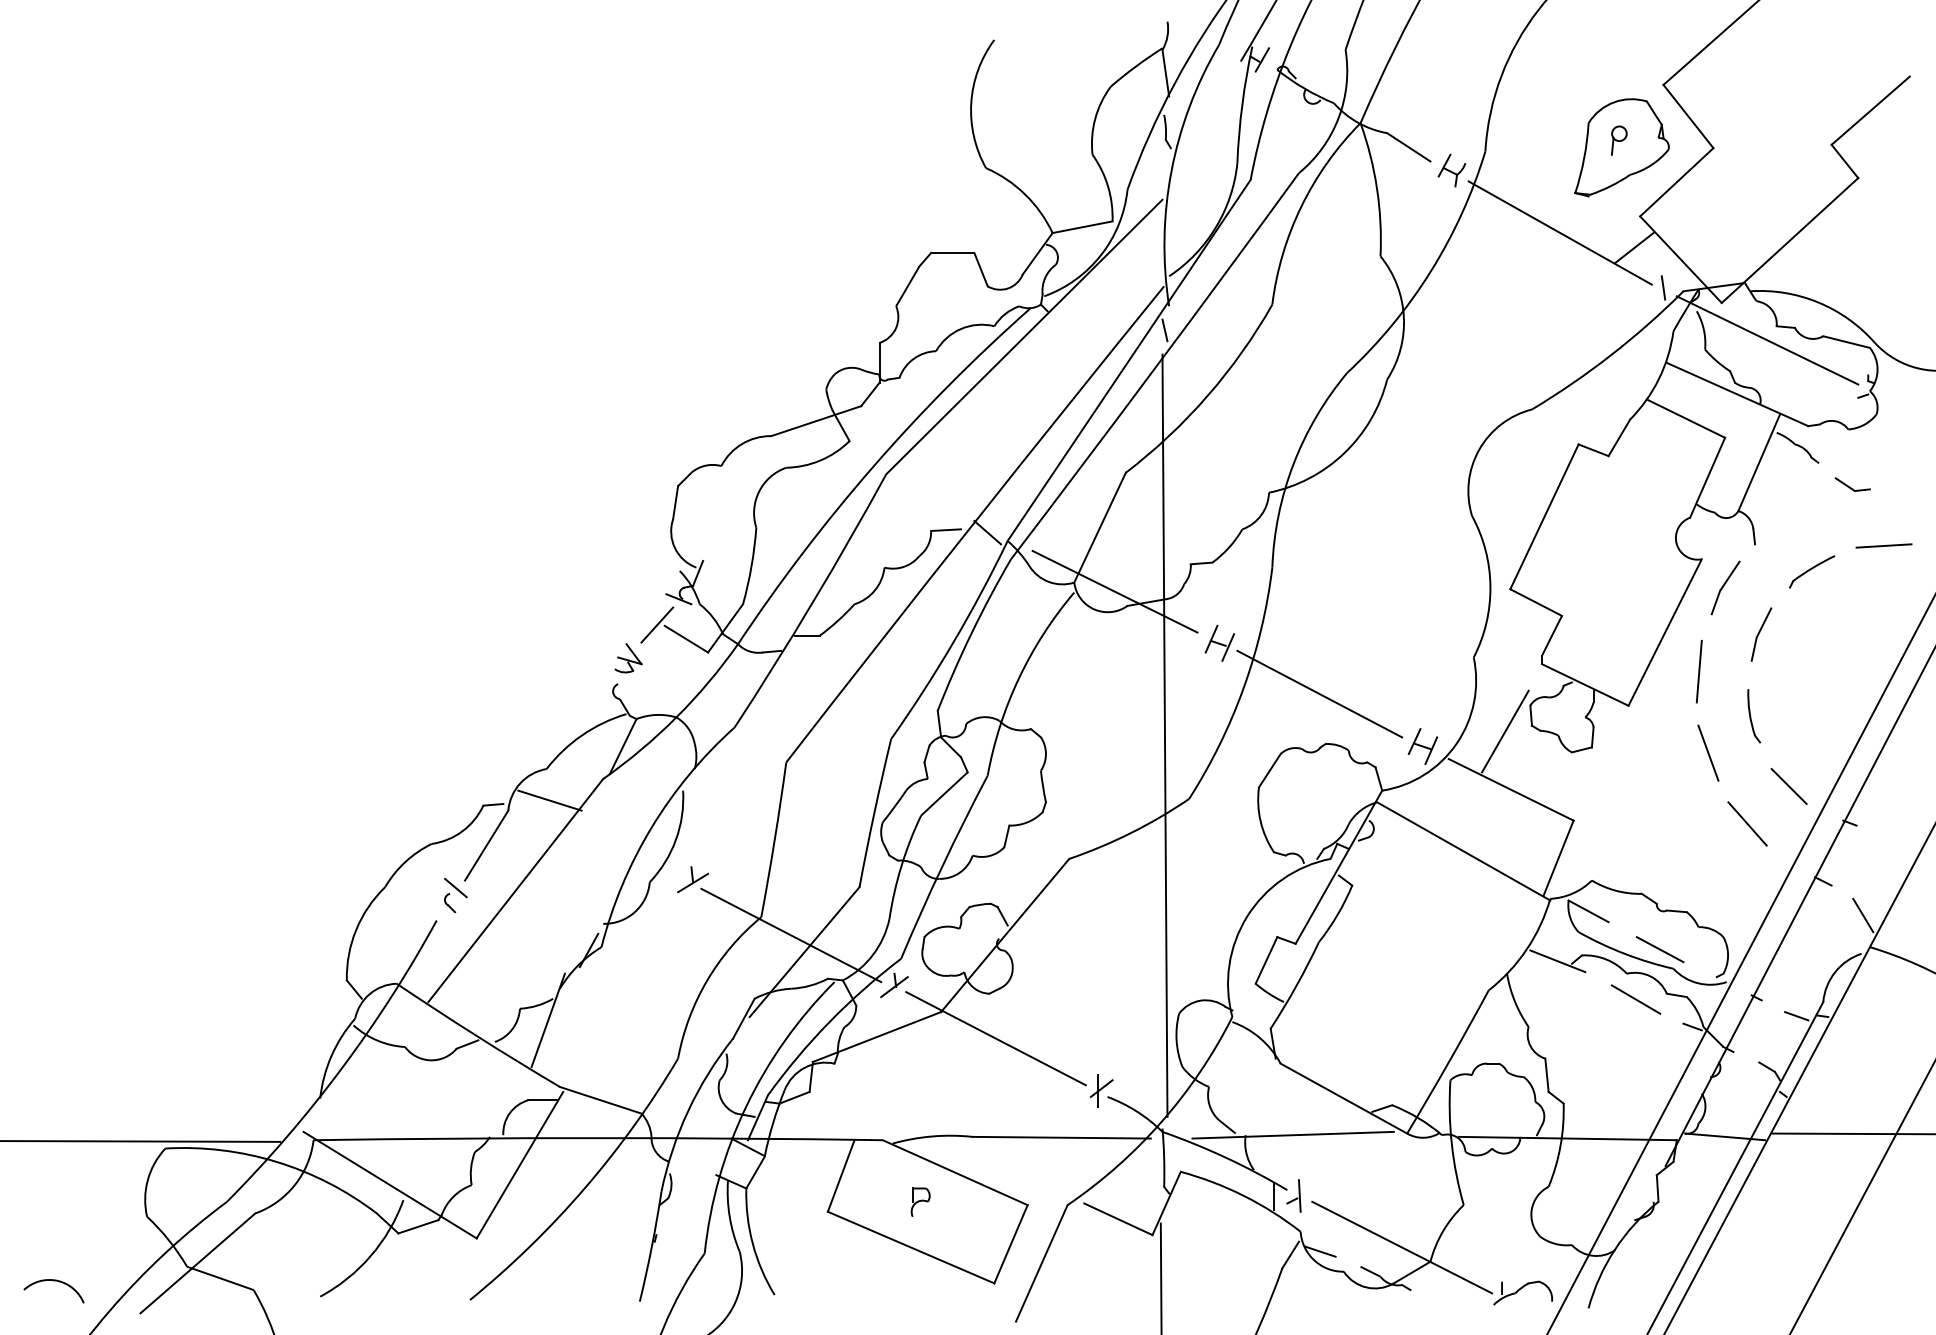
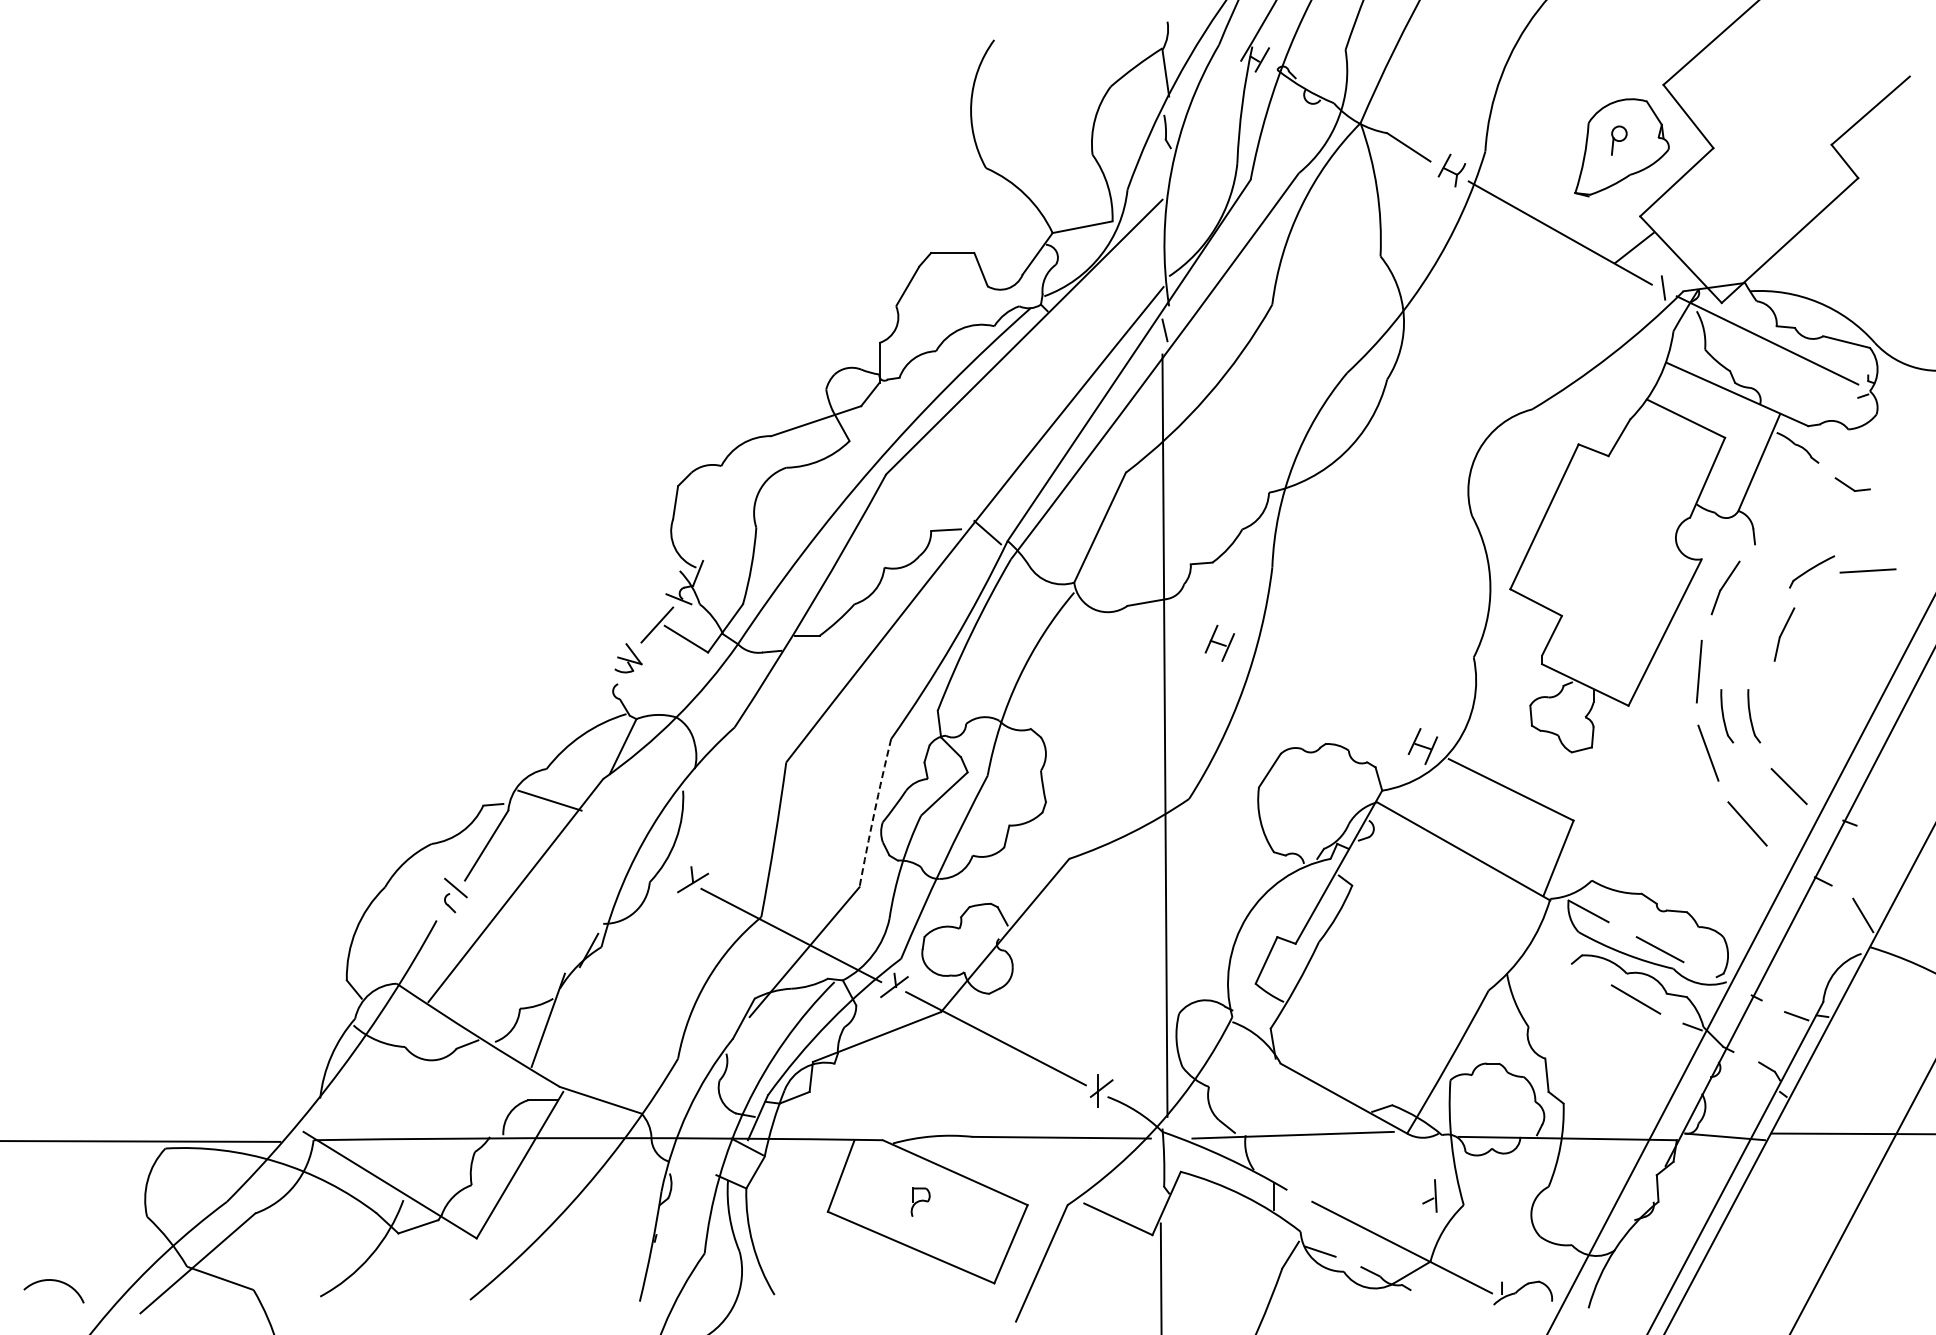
line at (1883, 545) position: (1883, 545) -> (1867, 570)
line at (1114, 591): present -> none
part at (1761, 634) position: (1761, 634) -> (1784, 634)
line at (1319, 693): present -> none
part at (1727, 716): none -> present
line at (1505, 731): present -> none
arc at (874, 812): solid -> dashed
line at (1557, 961): present -> none
part at (1293, 1195) position: (1293, 1195) -> (1429, 1195)
